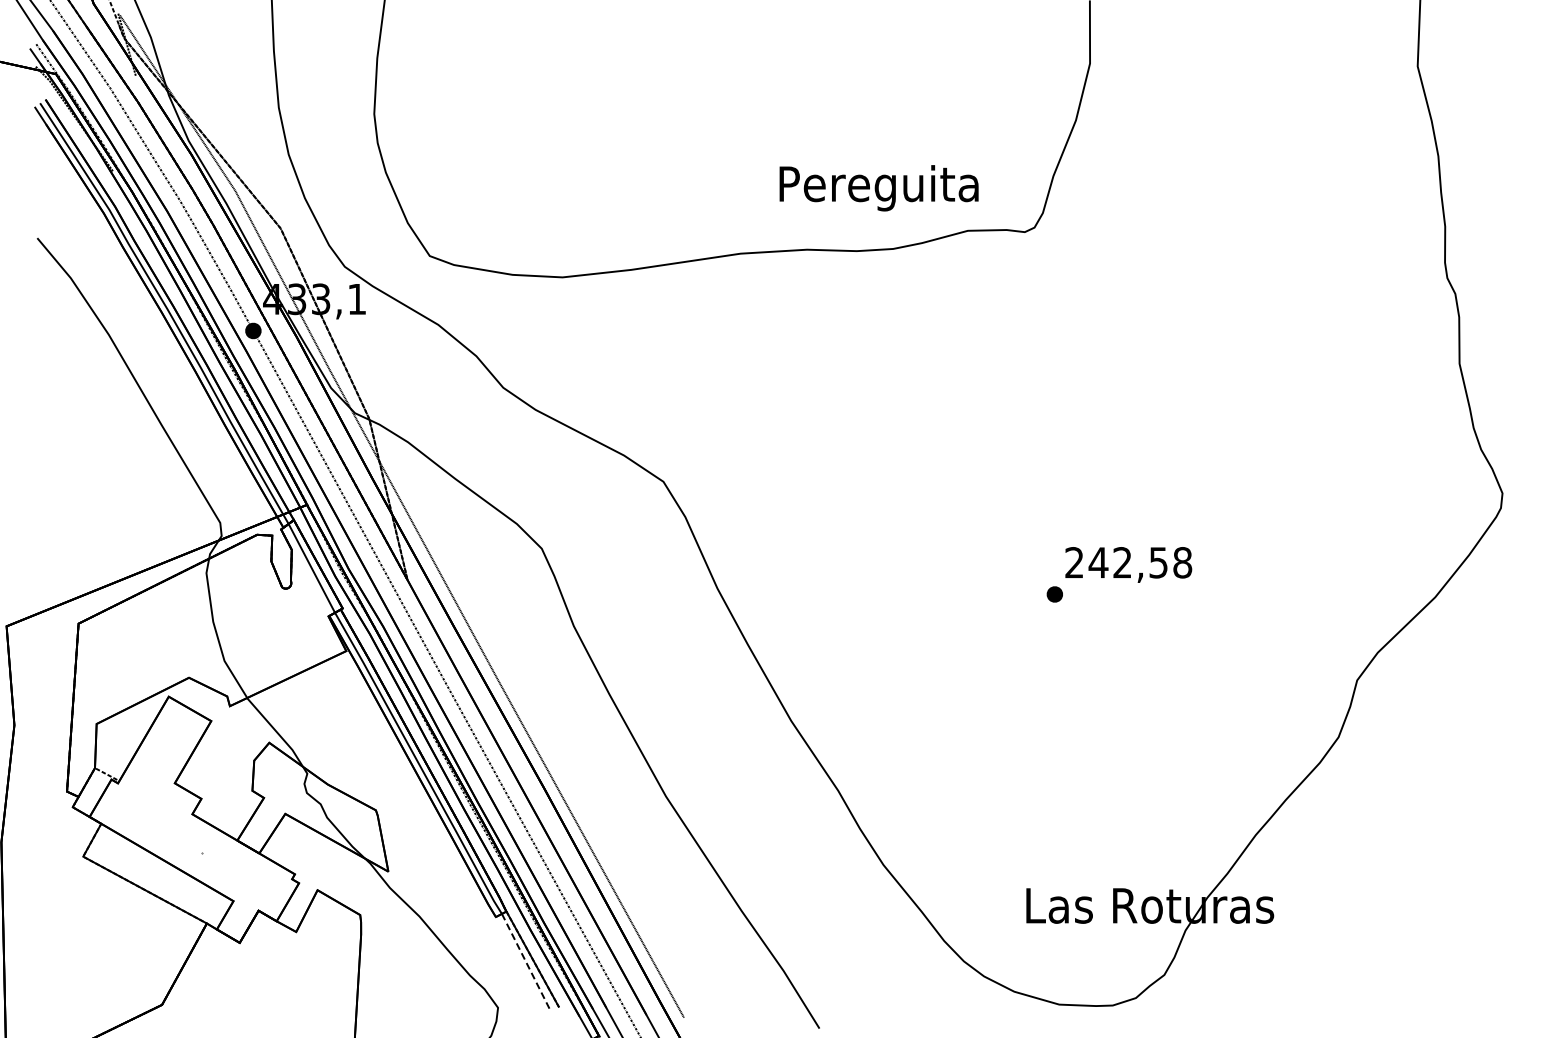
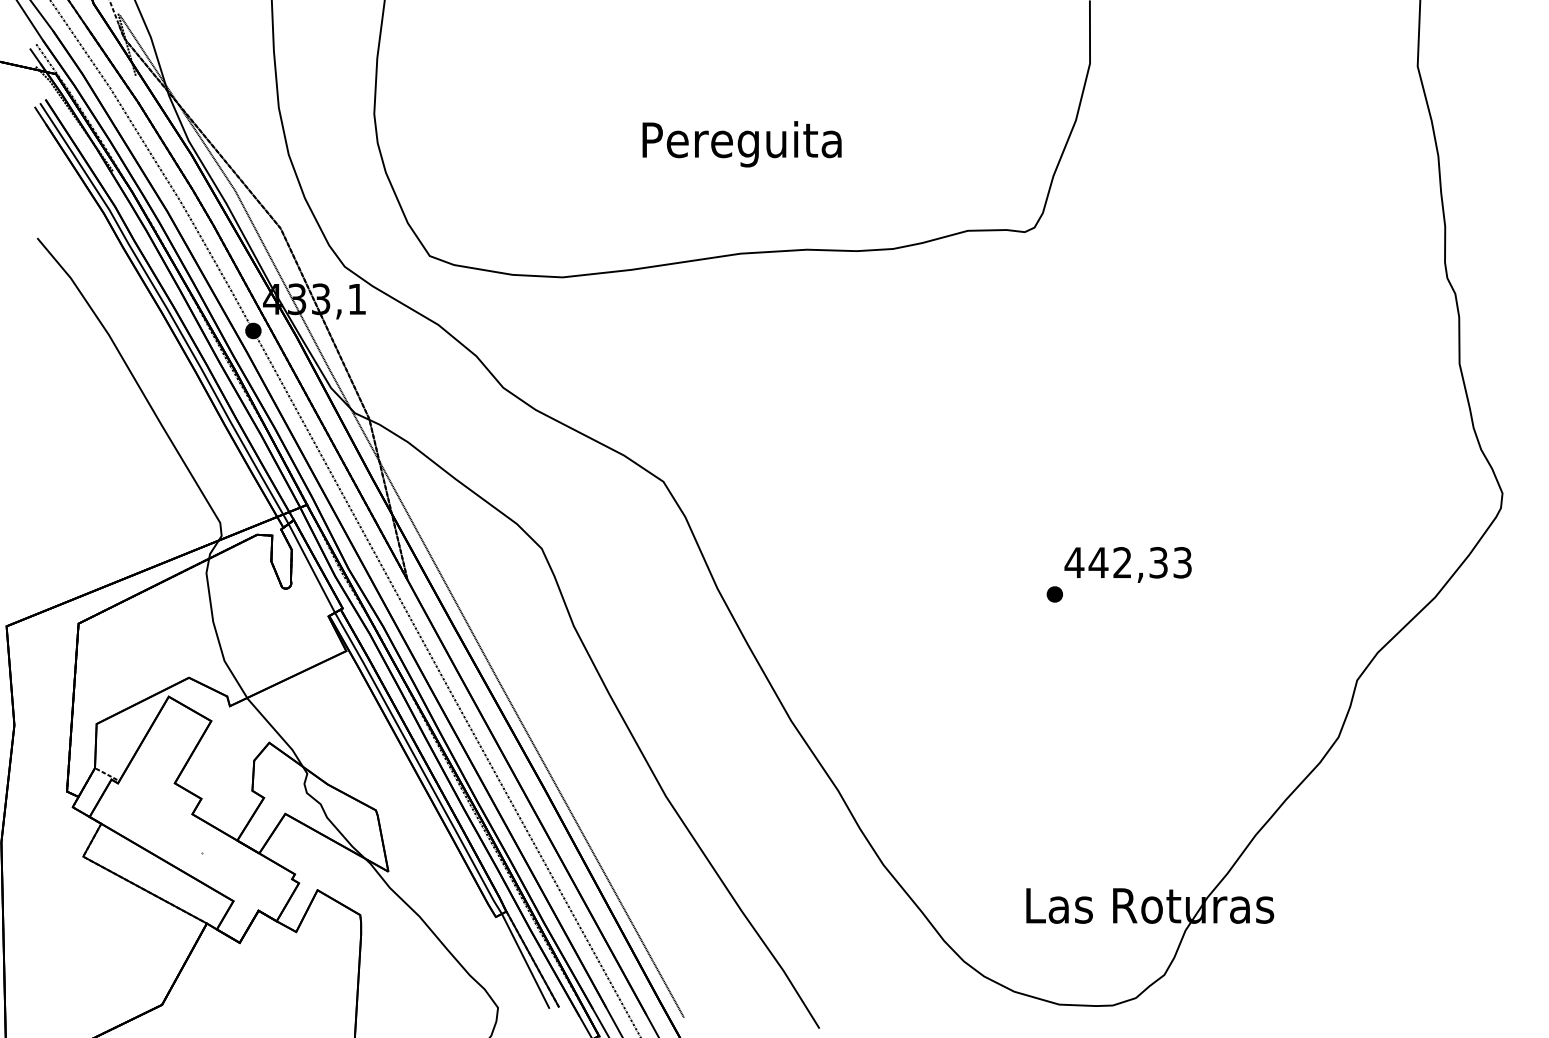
text at (878, 188) position: (878, 188) -> (741, 144)
text at (1128, 562): 242,58 -> 442,33
line at (525, 961): dashed -> solid
